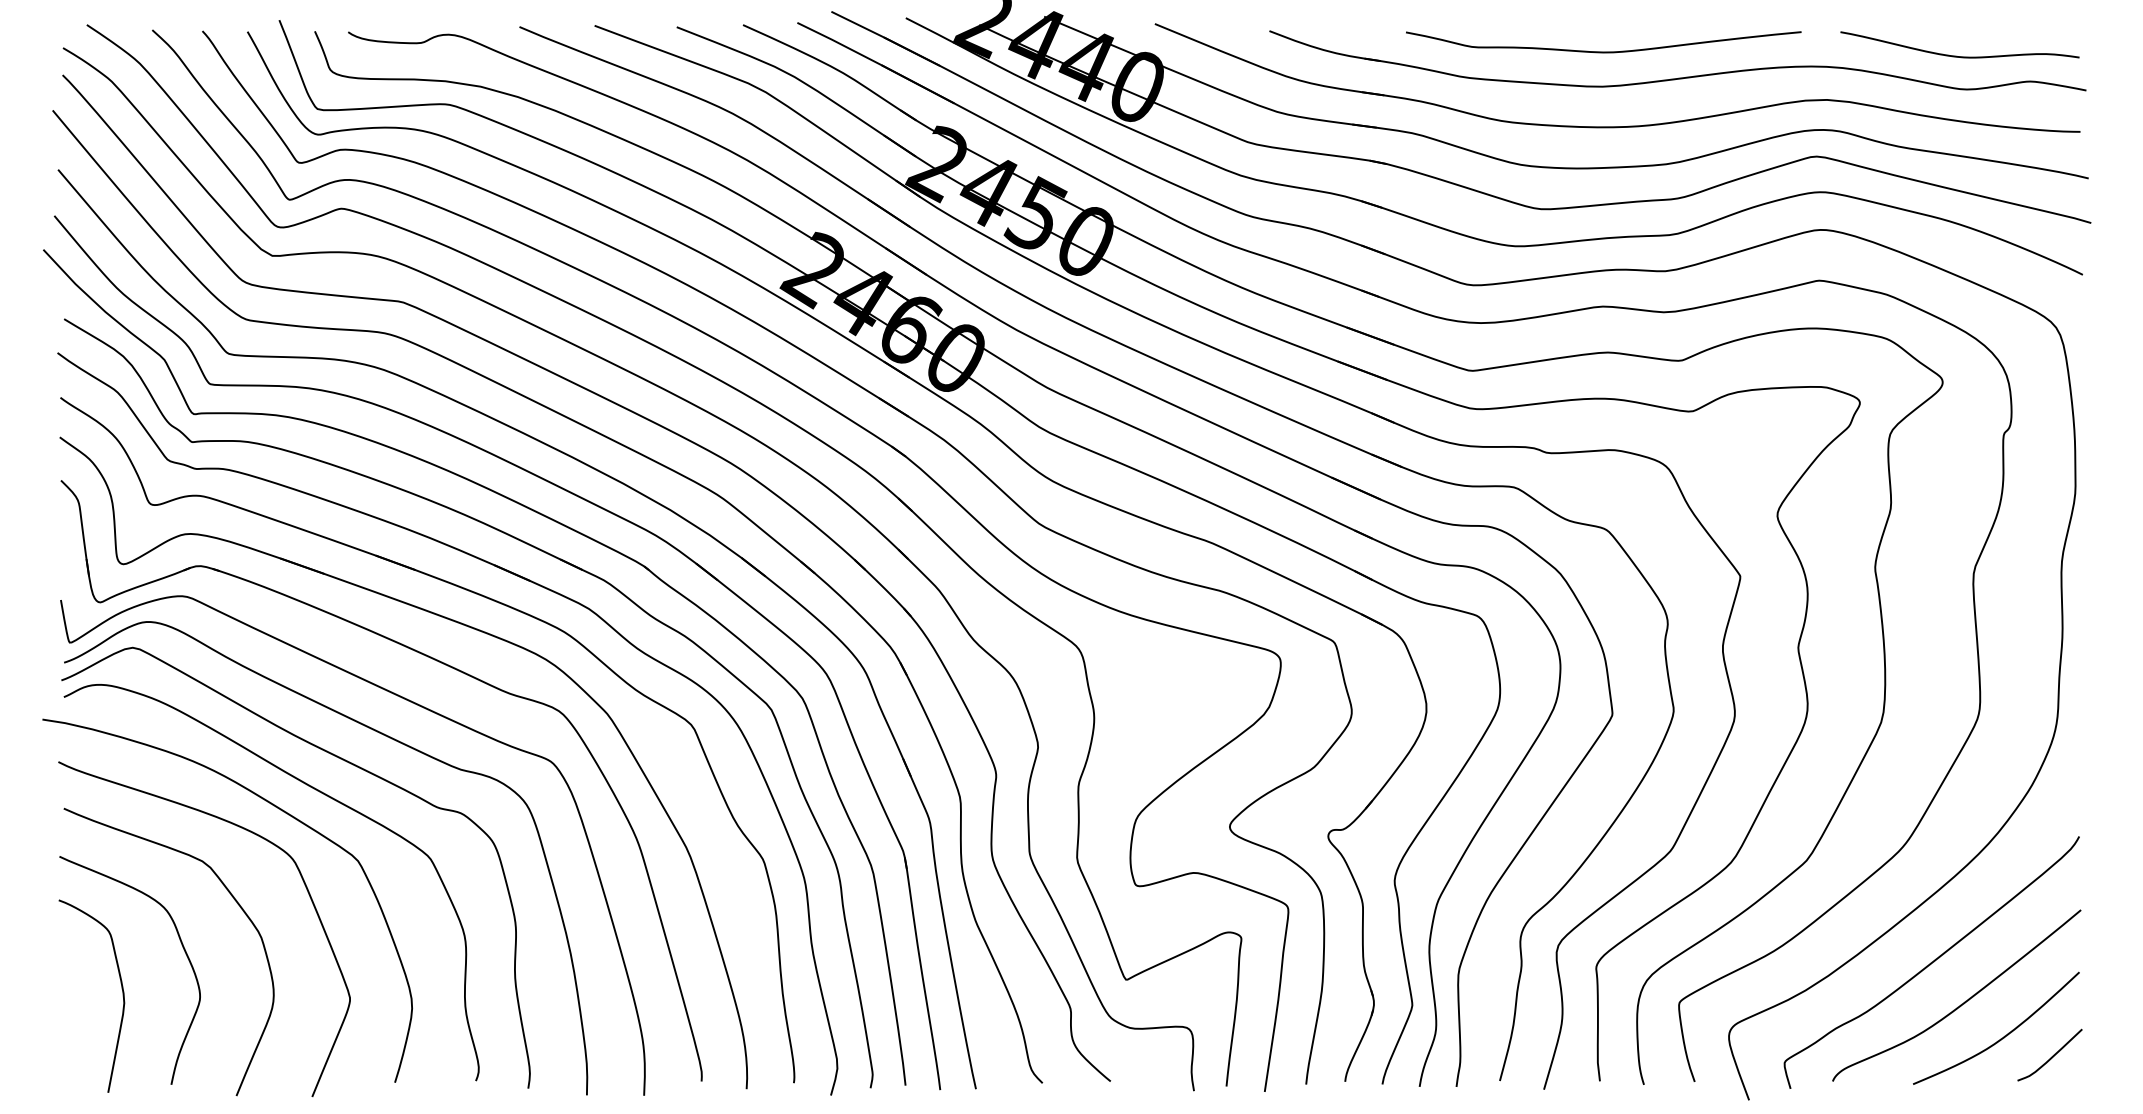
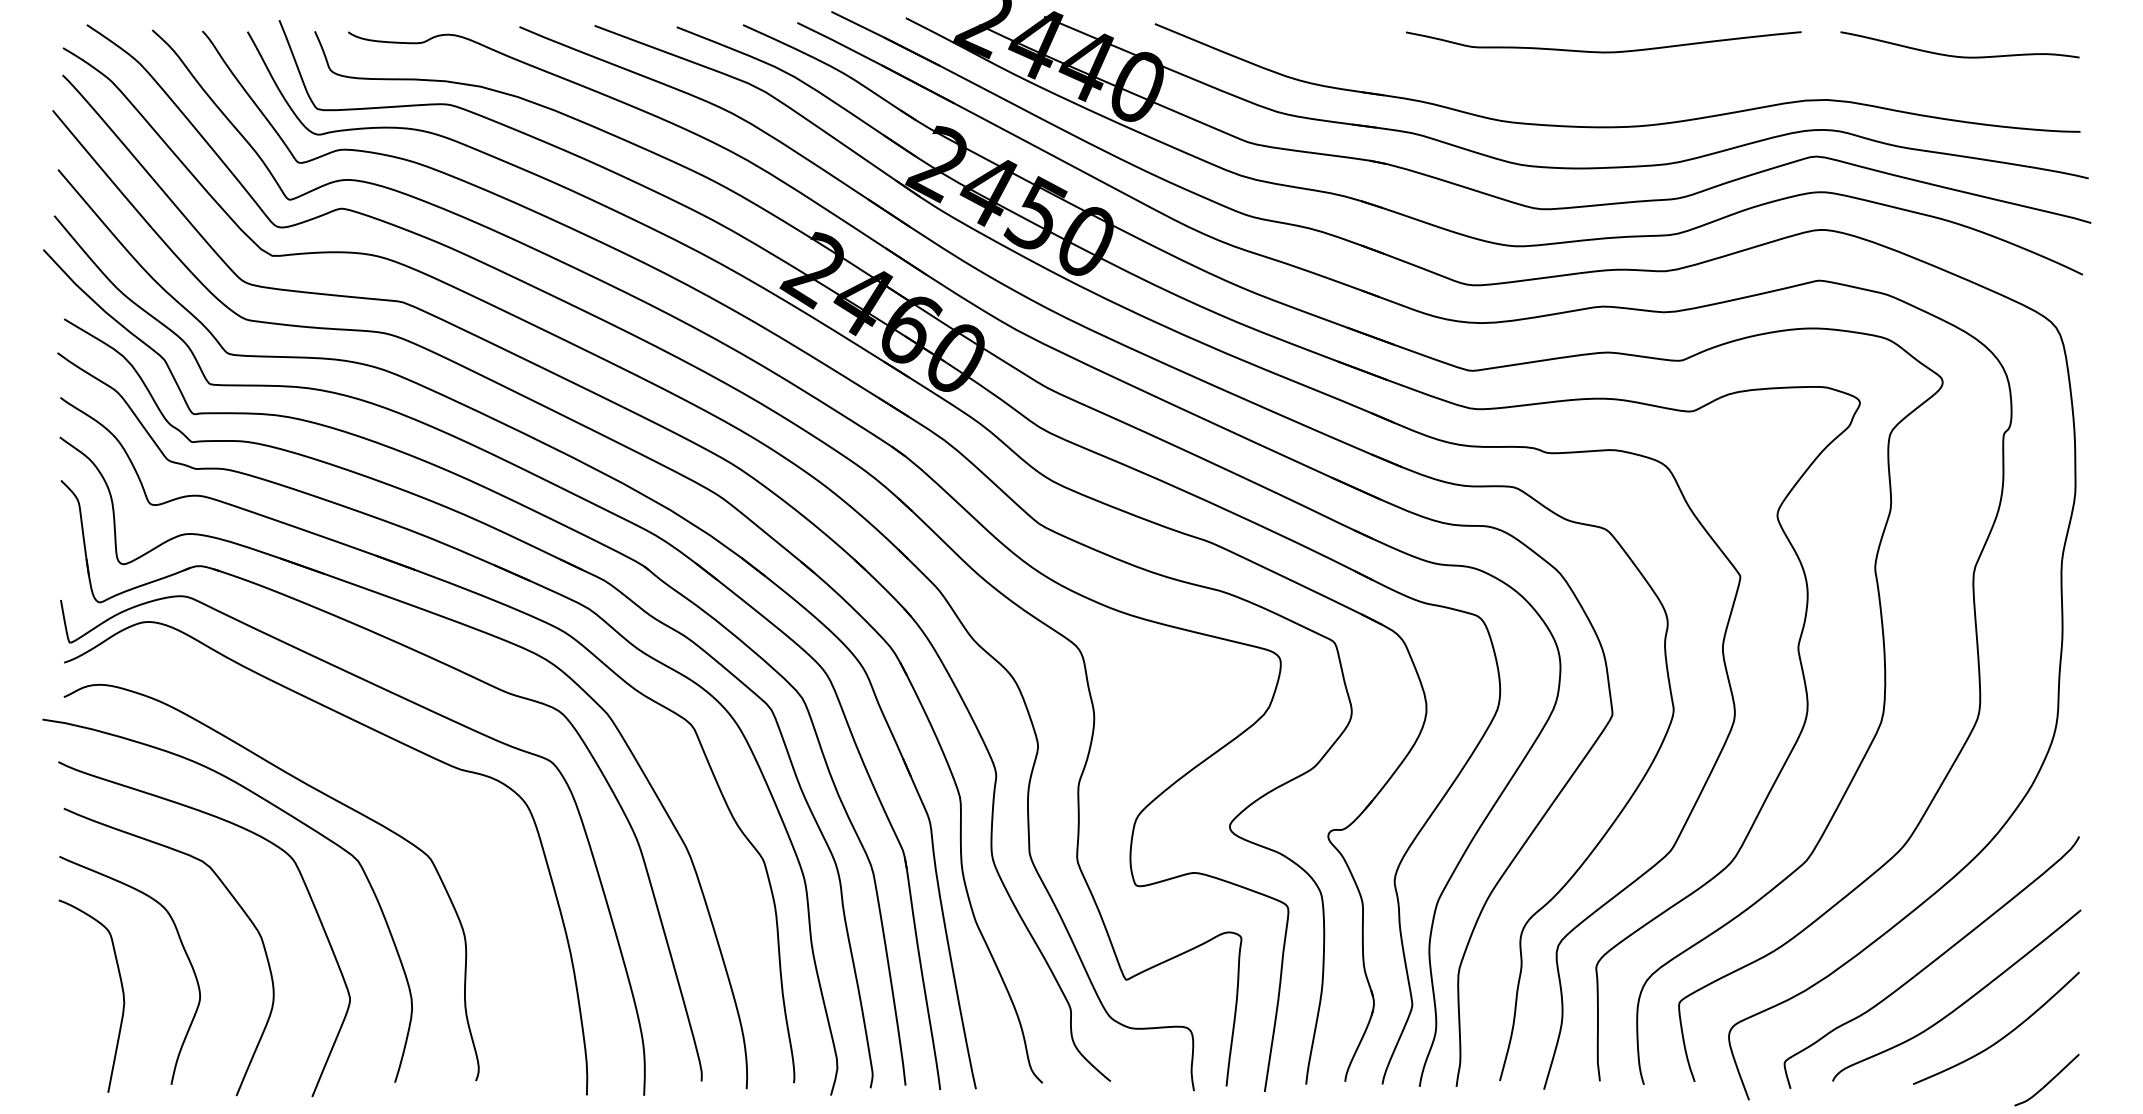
part at (1678, 77): present -> none
curve at (348, 763): present -> none
curve at (2051, 1056) position: (2051, 1056) -> (2048, 1081)
